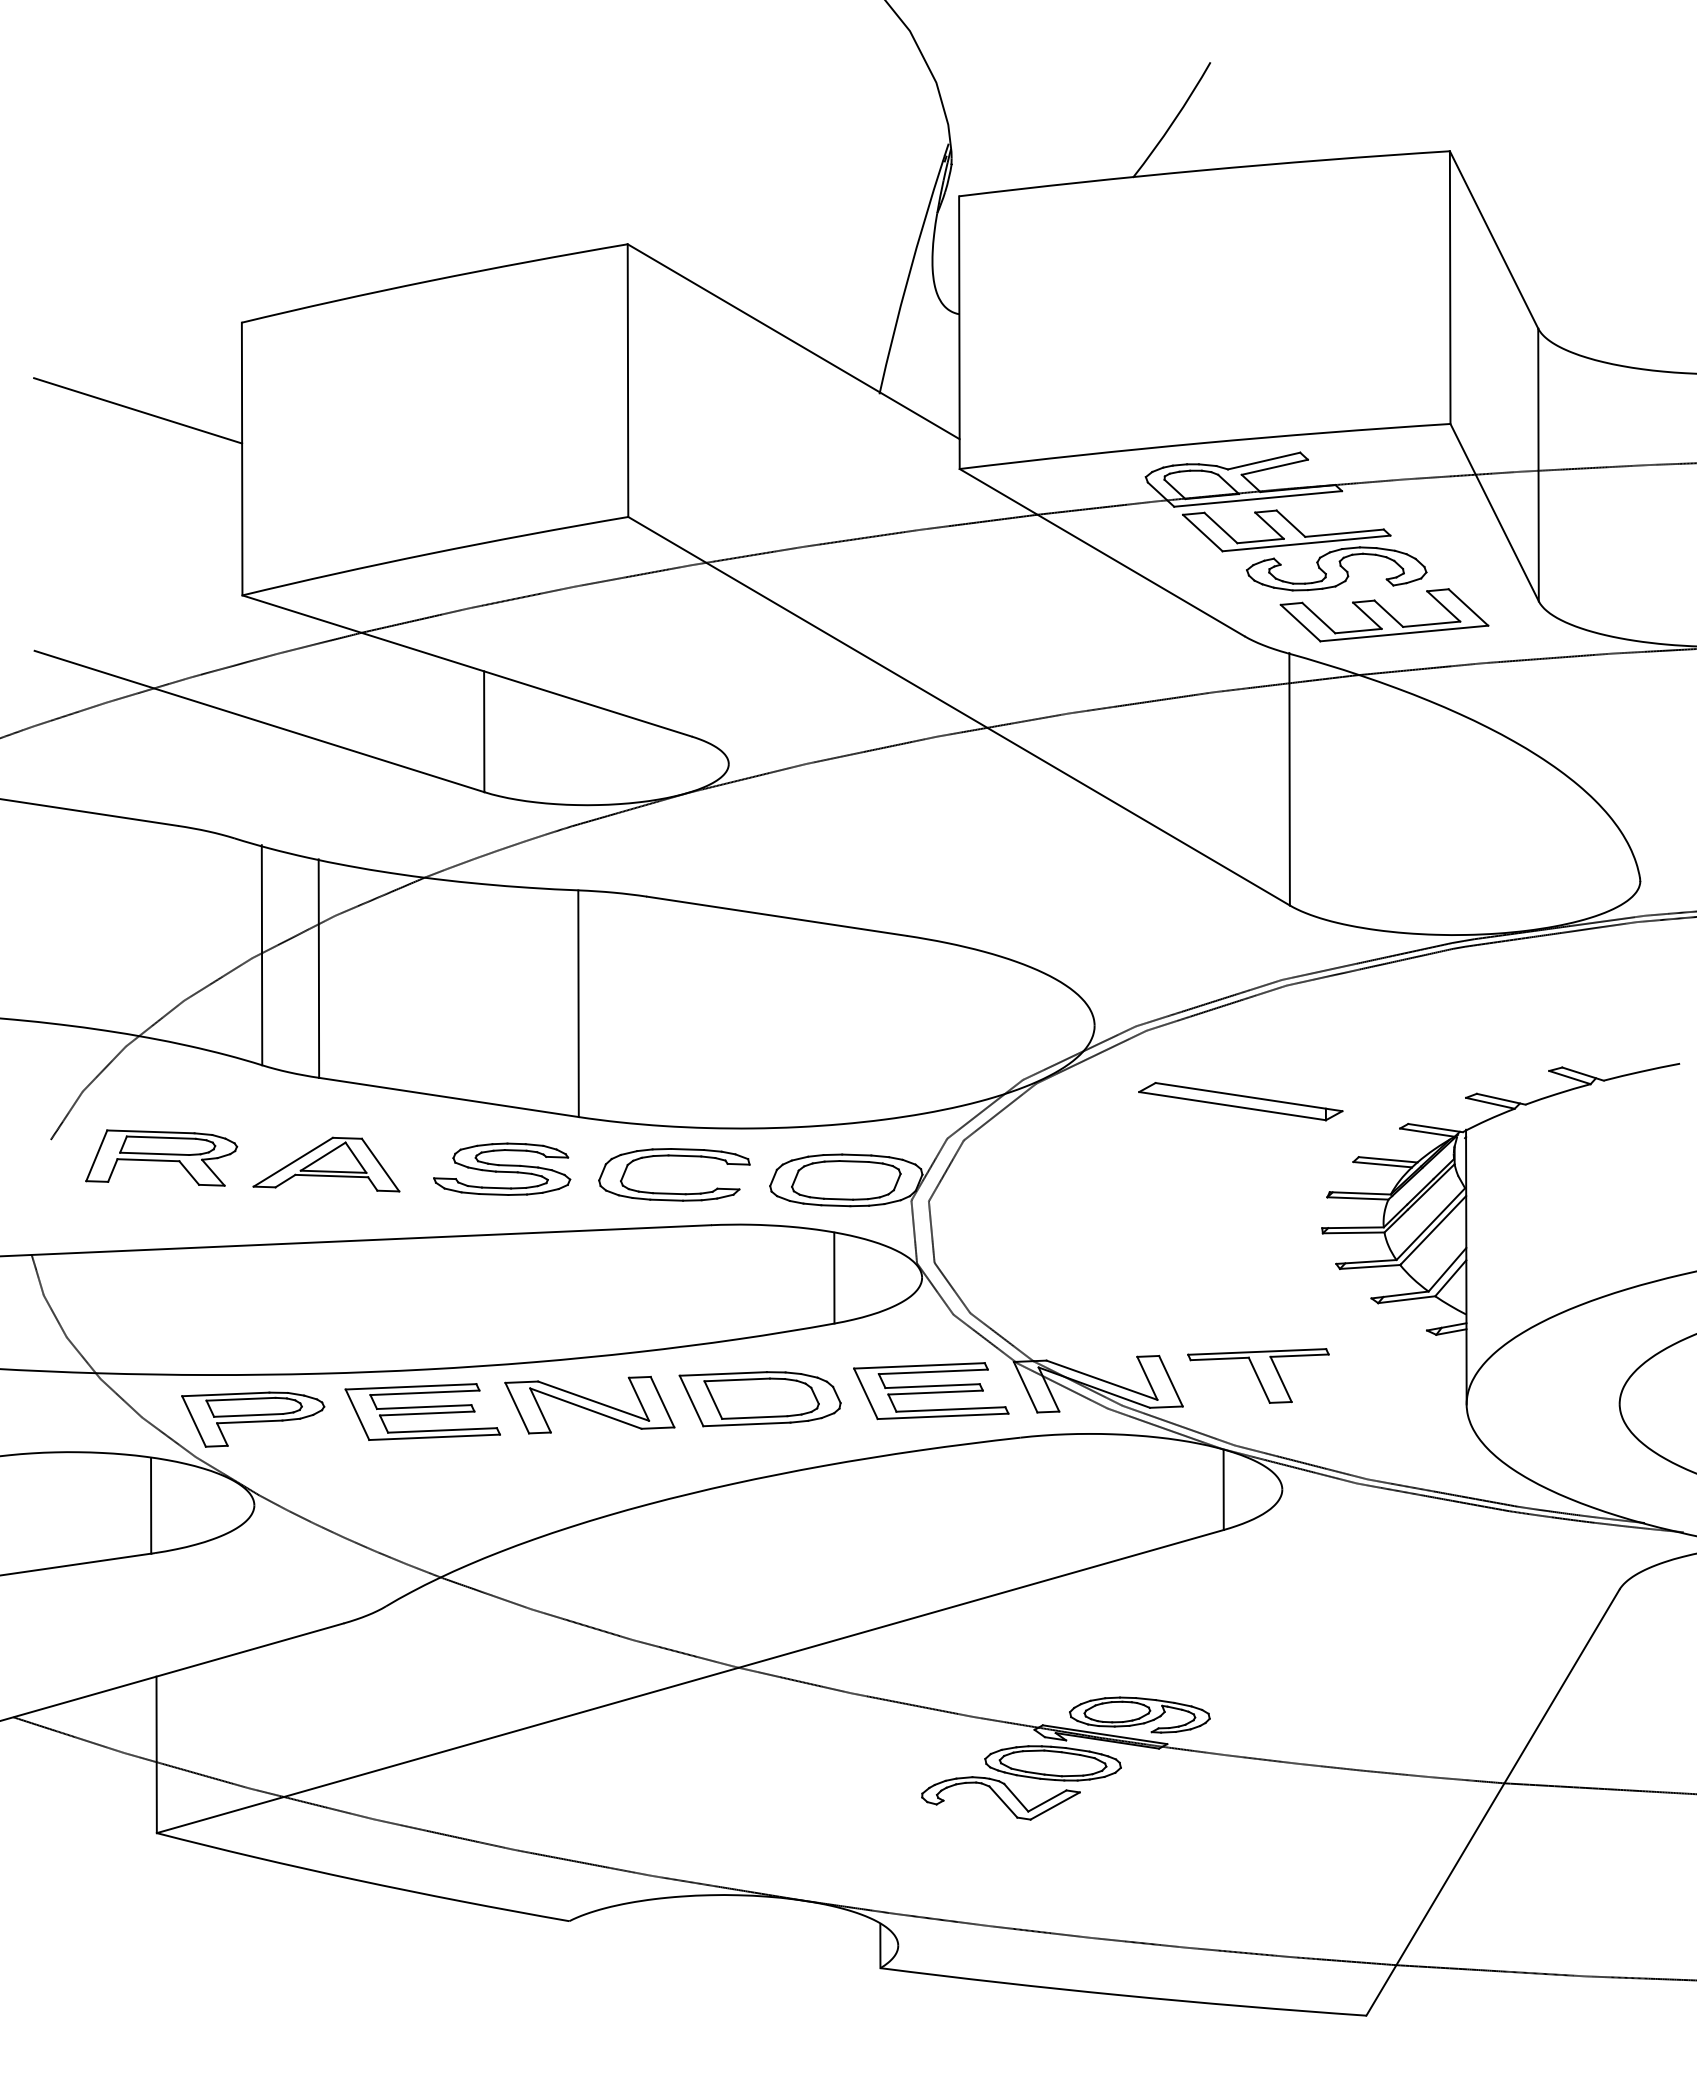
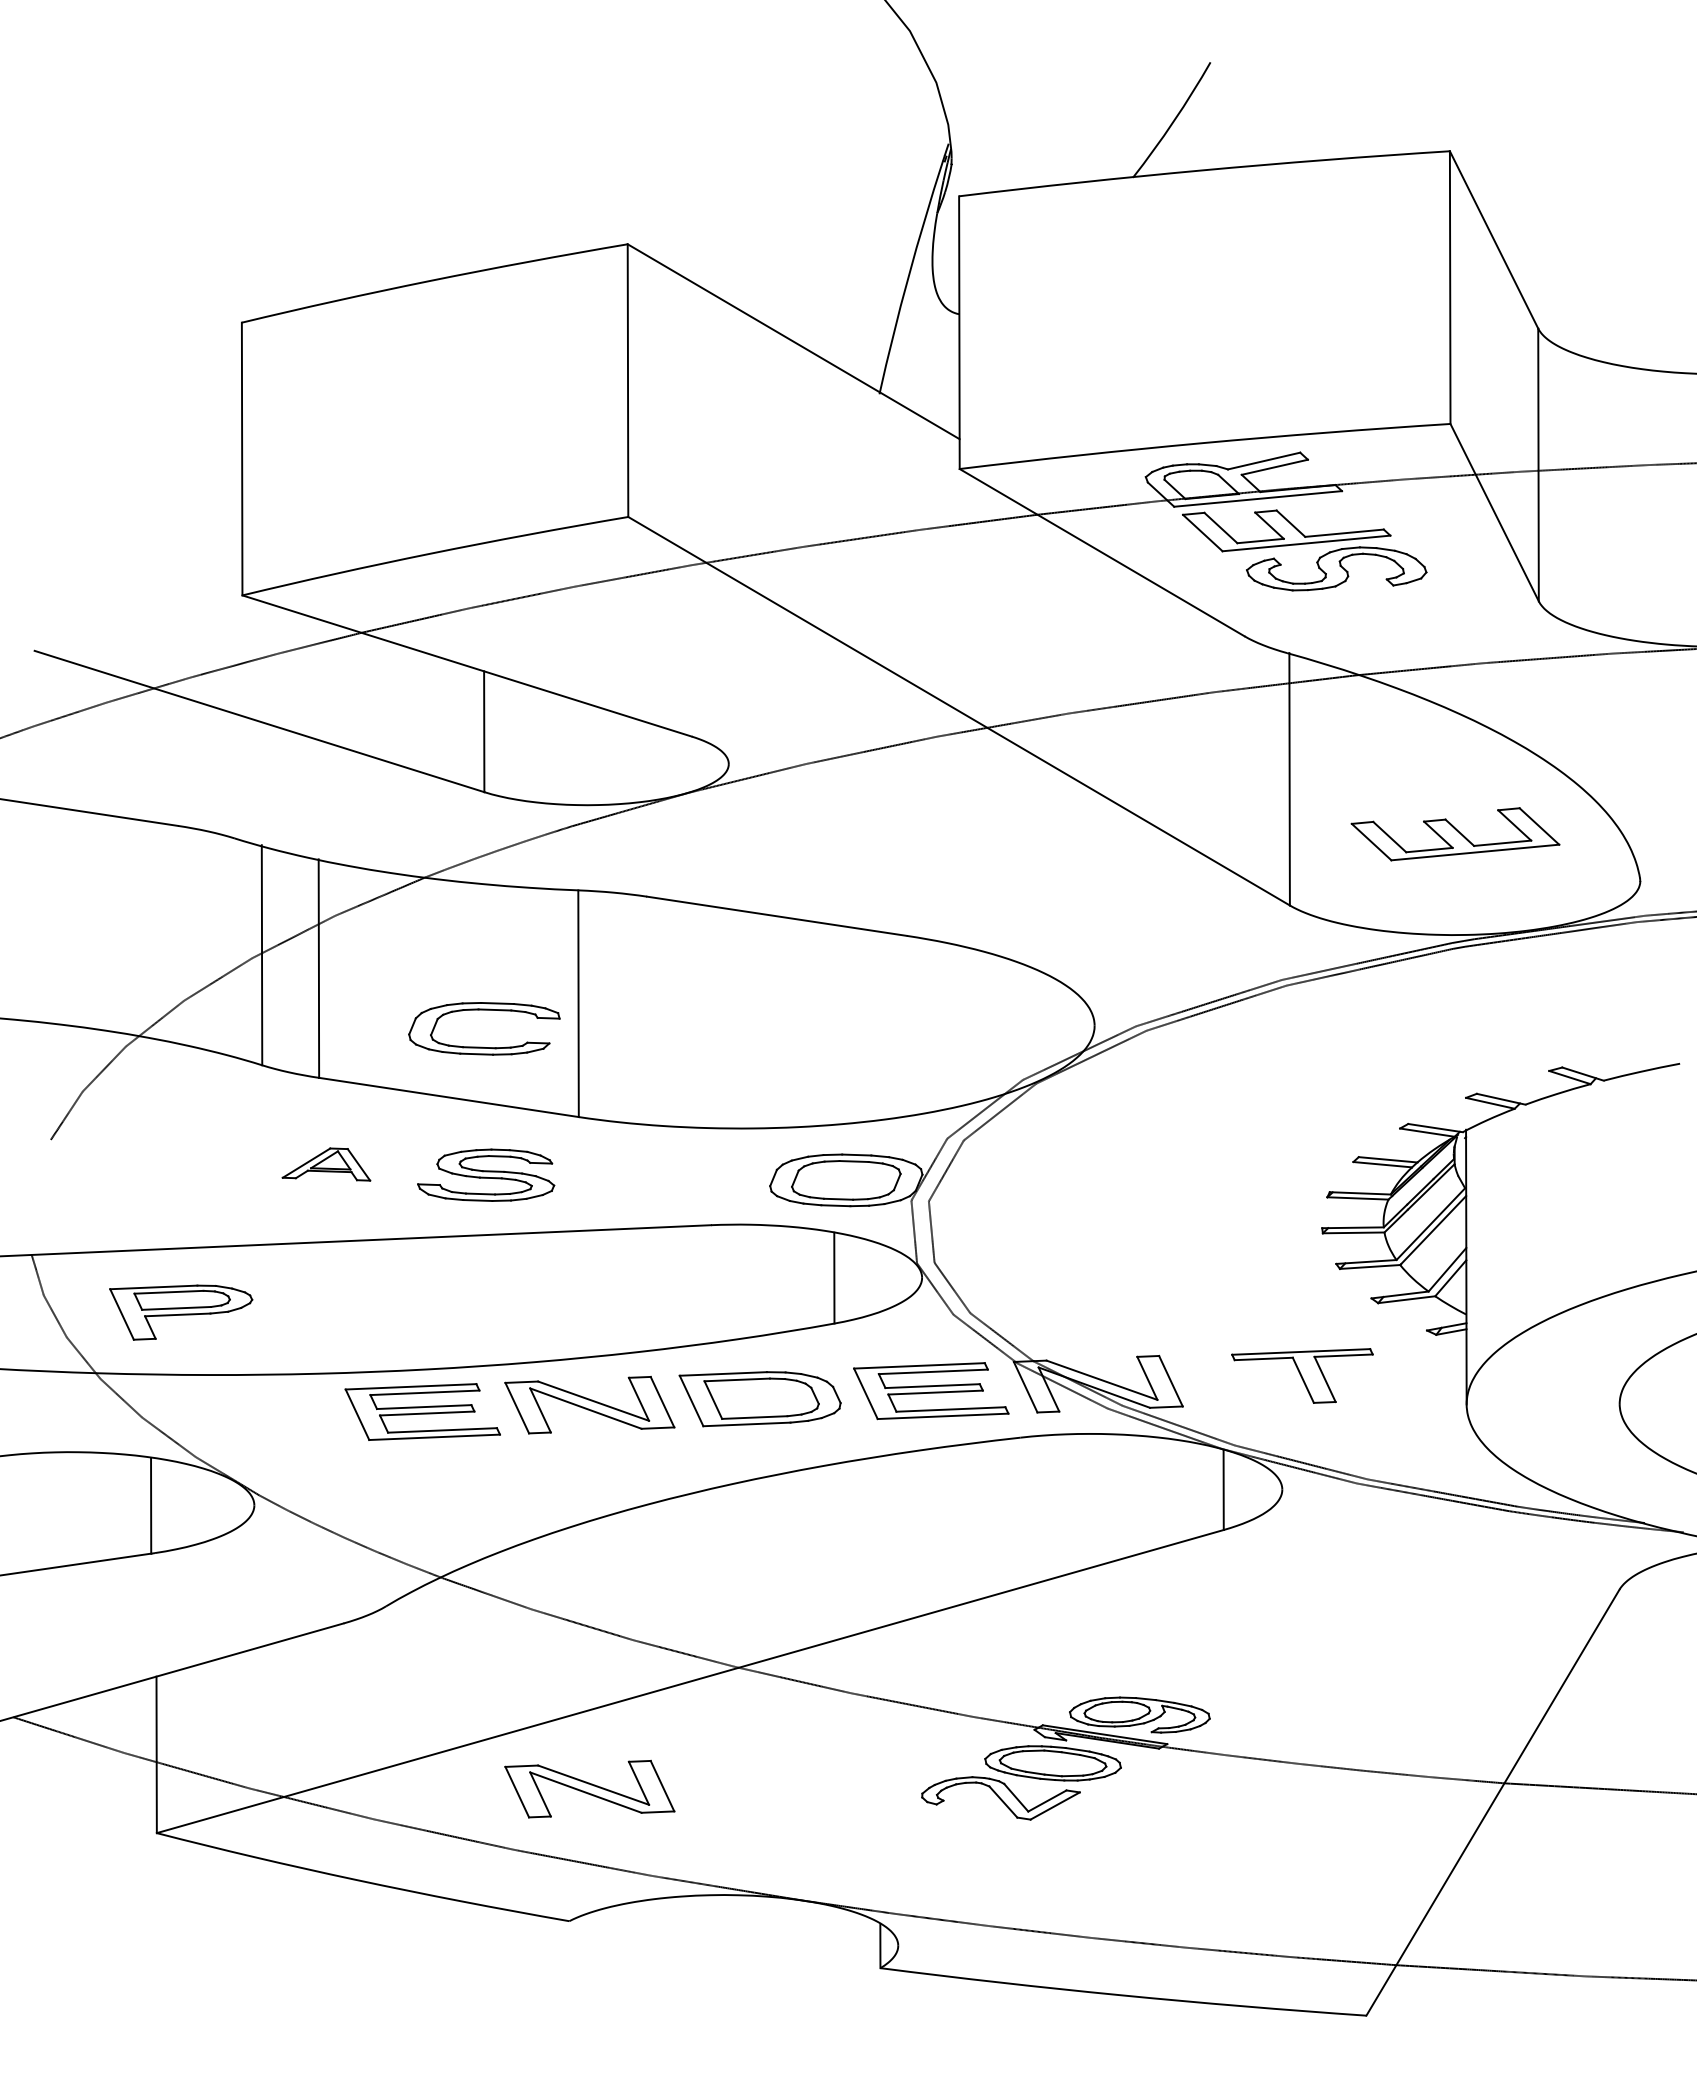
line at (138, 410): present -> none
part at (1384, 615) position: (1384, 615) -> (1455, 834)
part at (1240, 1101): present -> none
part at (674, 1156) position: (674, 1156) -> (484, 1010)
part at (161, 1157): present -> none
part at (326, 1164) size: 149x57 px -> 91x35 px
part at (502, 1168) position: (502, 1168) -> (486, 1174)
part at (1258, 1375) position: (1258, 1375) -> (1302, 1375)
part at (253, 1419) position: (253, 1419) -> (181, 1312)
part at (589, 1788): none -> present
